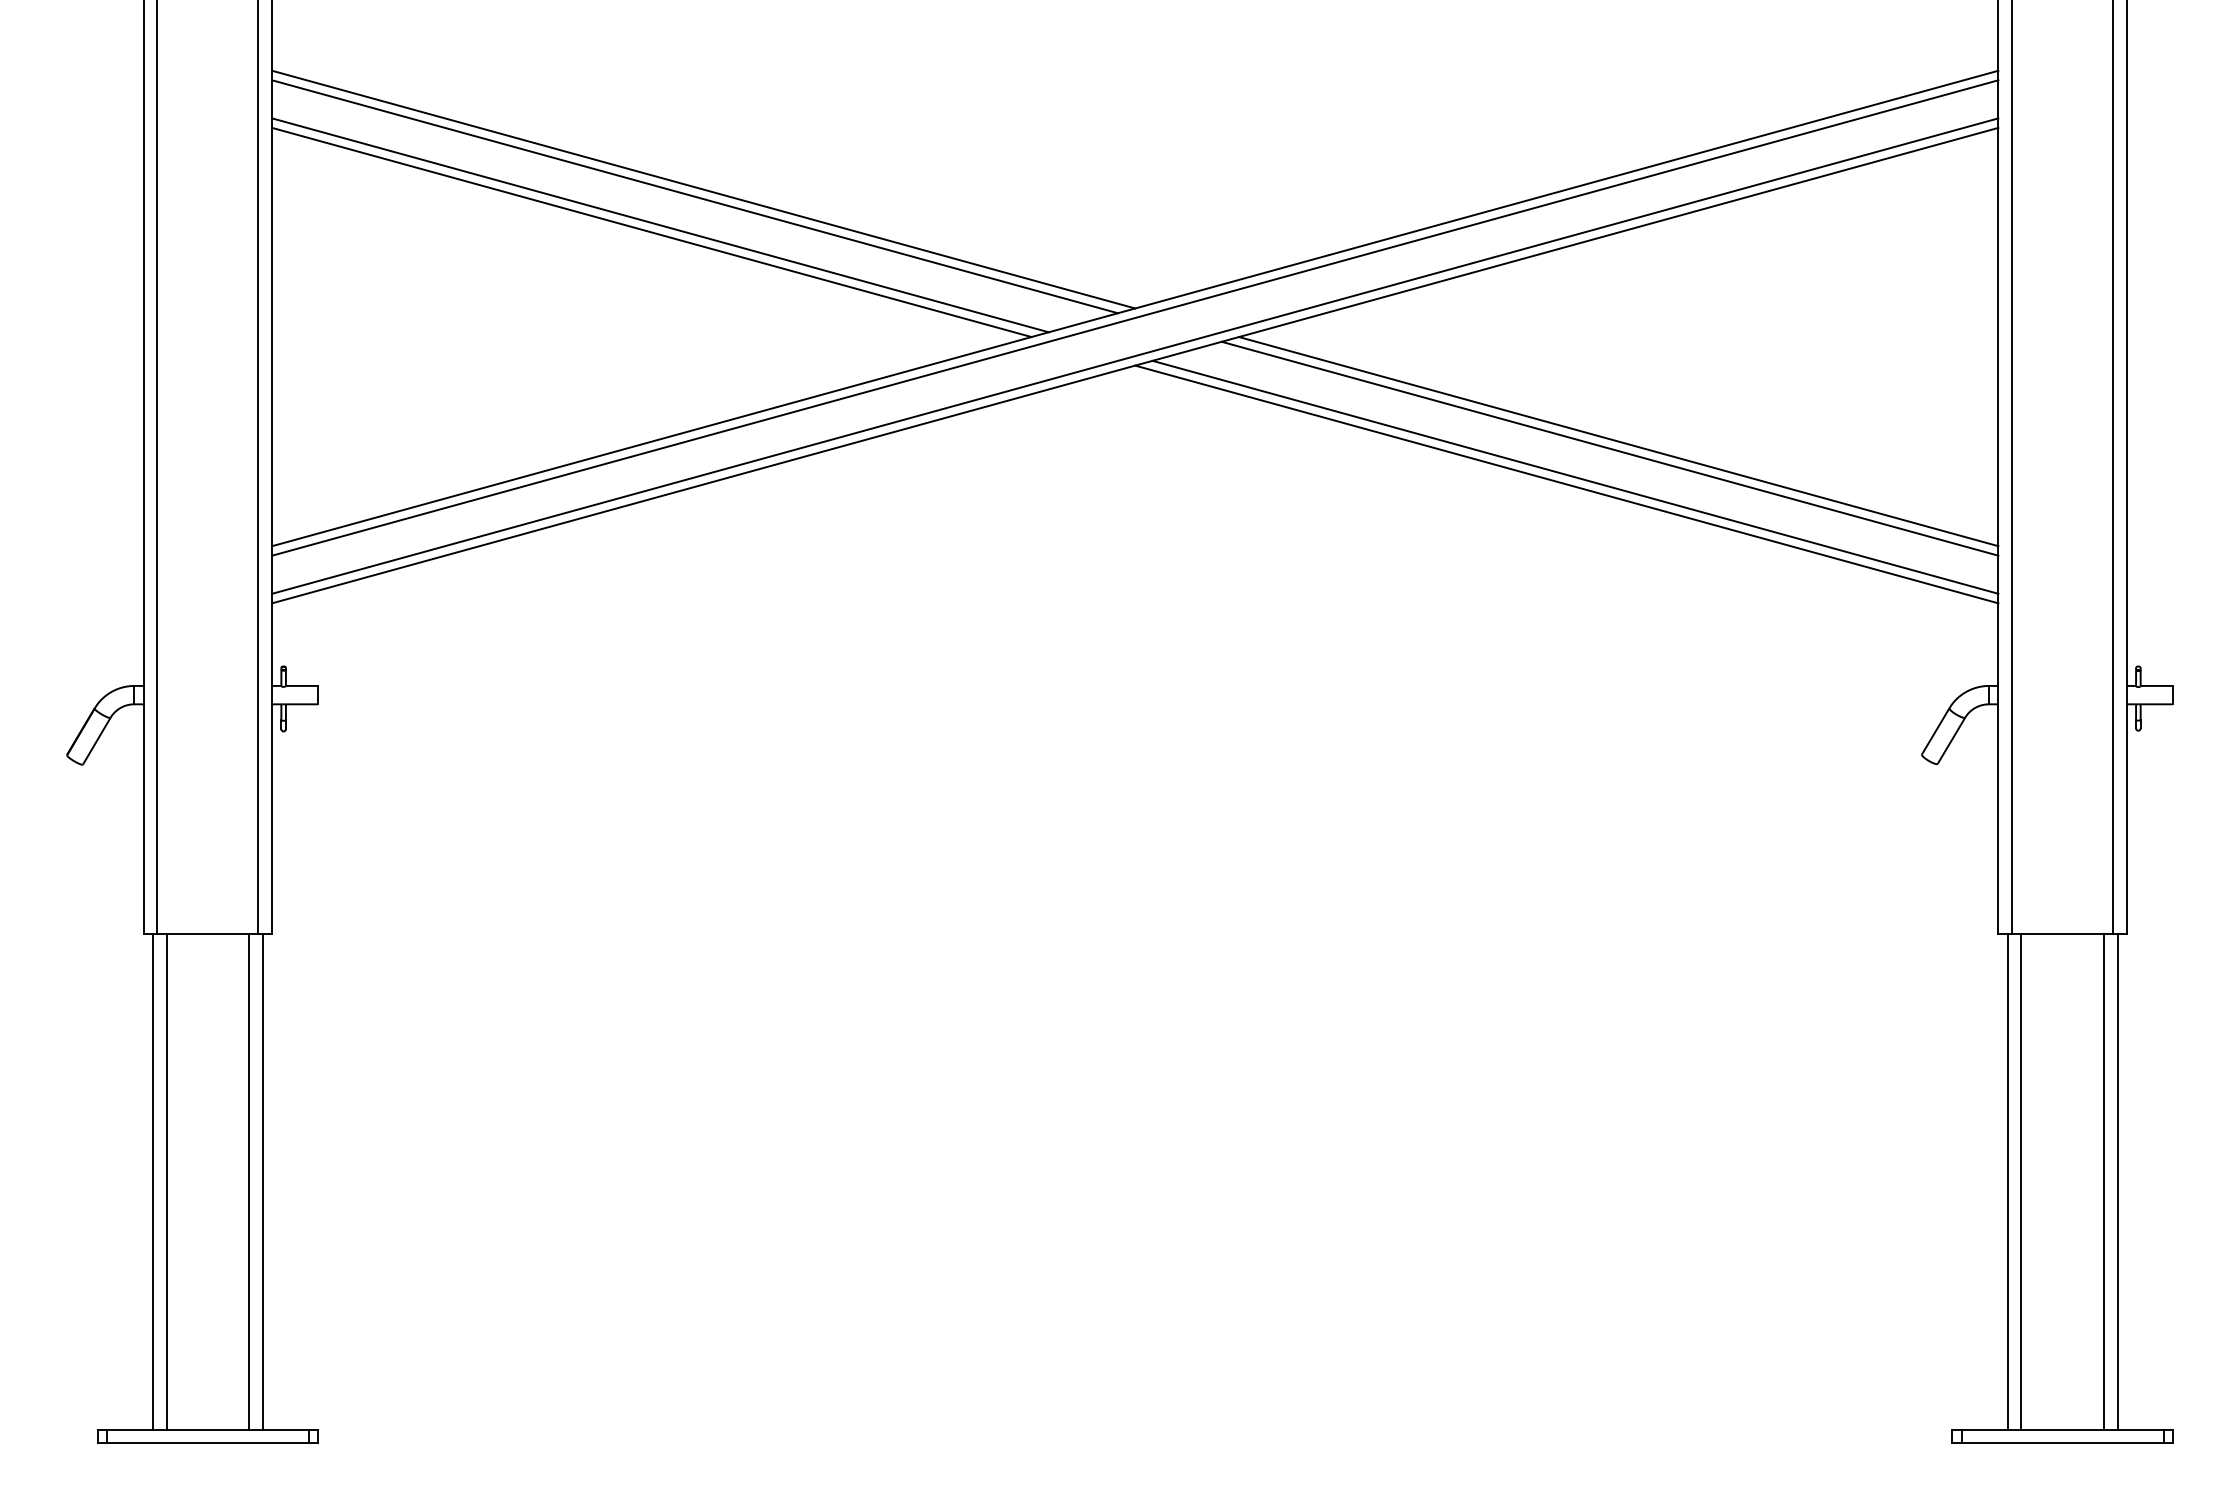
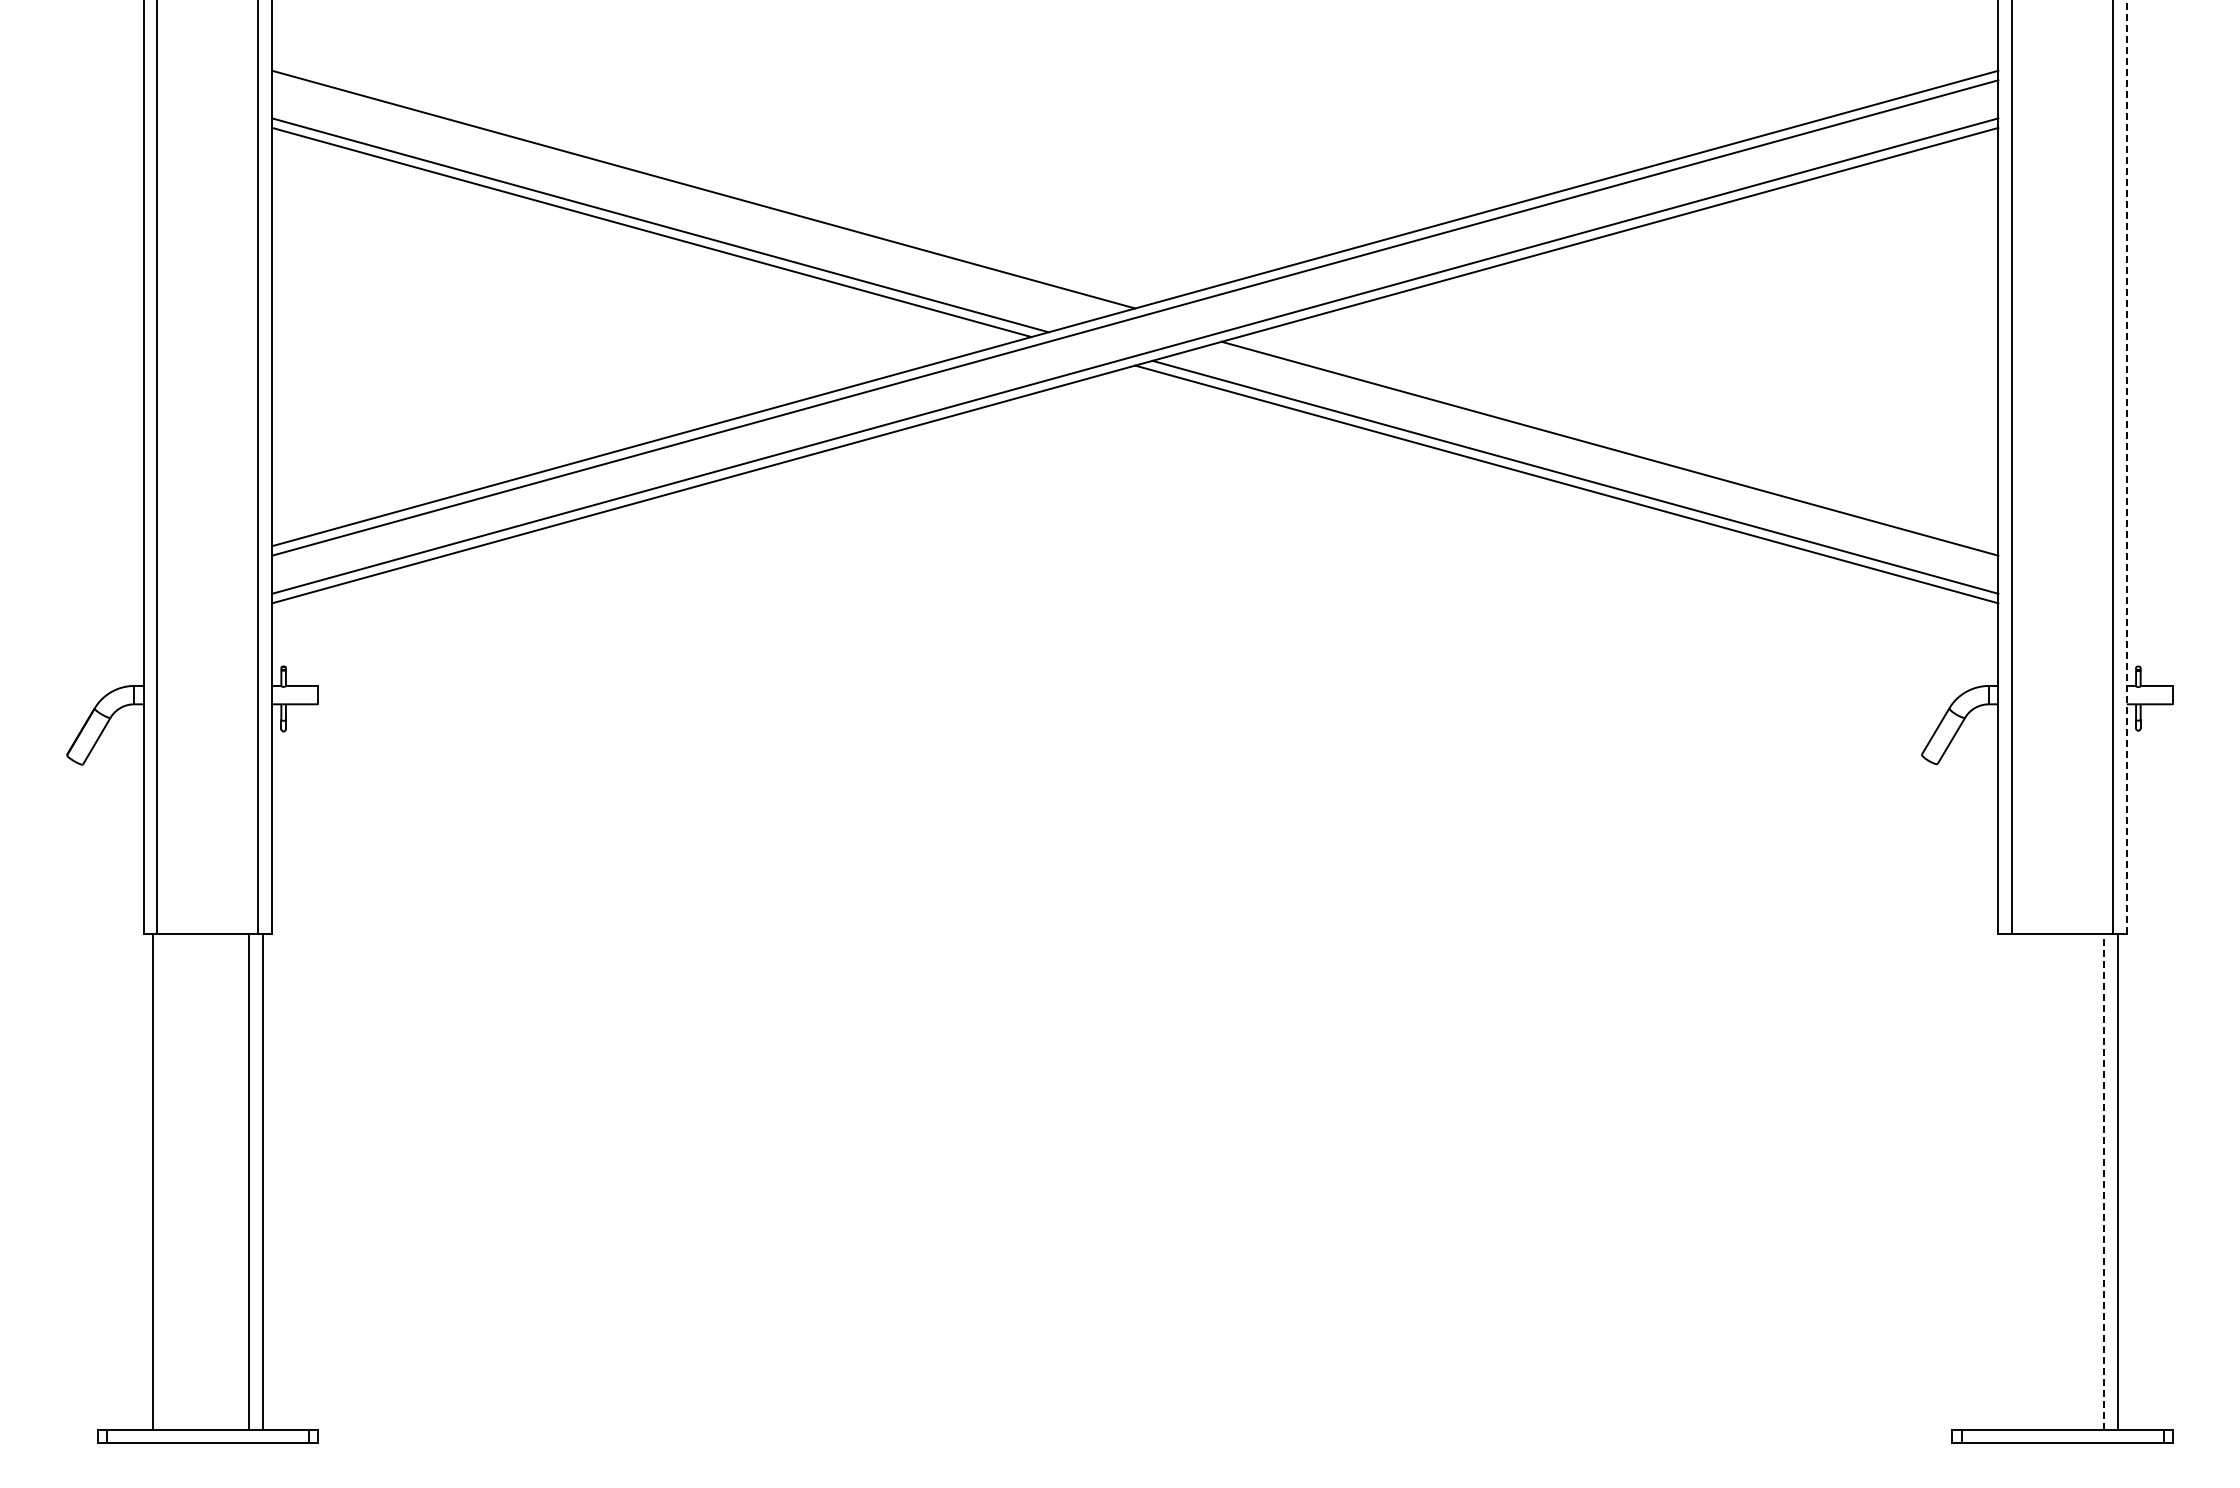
line at (694, 196): present -> none
line at (1618, 441): present -> none
line at (2126, 466): solid -> dashed
line at (166, 1181): present -> none
line at (2007, 1181): present -> none
line at (2021, 1181): present -> none
line at (2103, 1181): solid -> dashed
